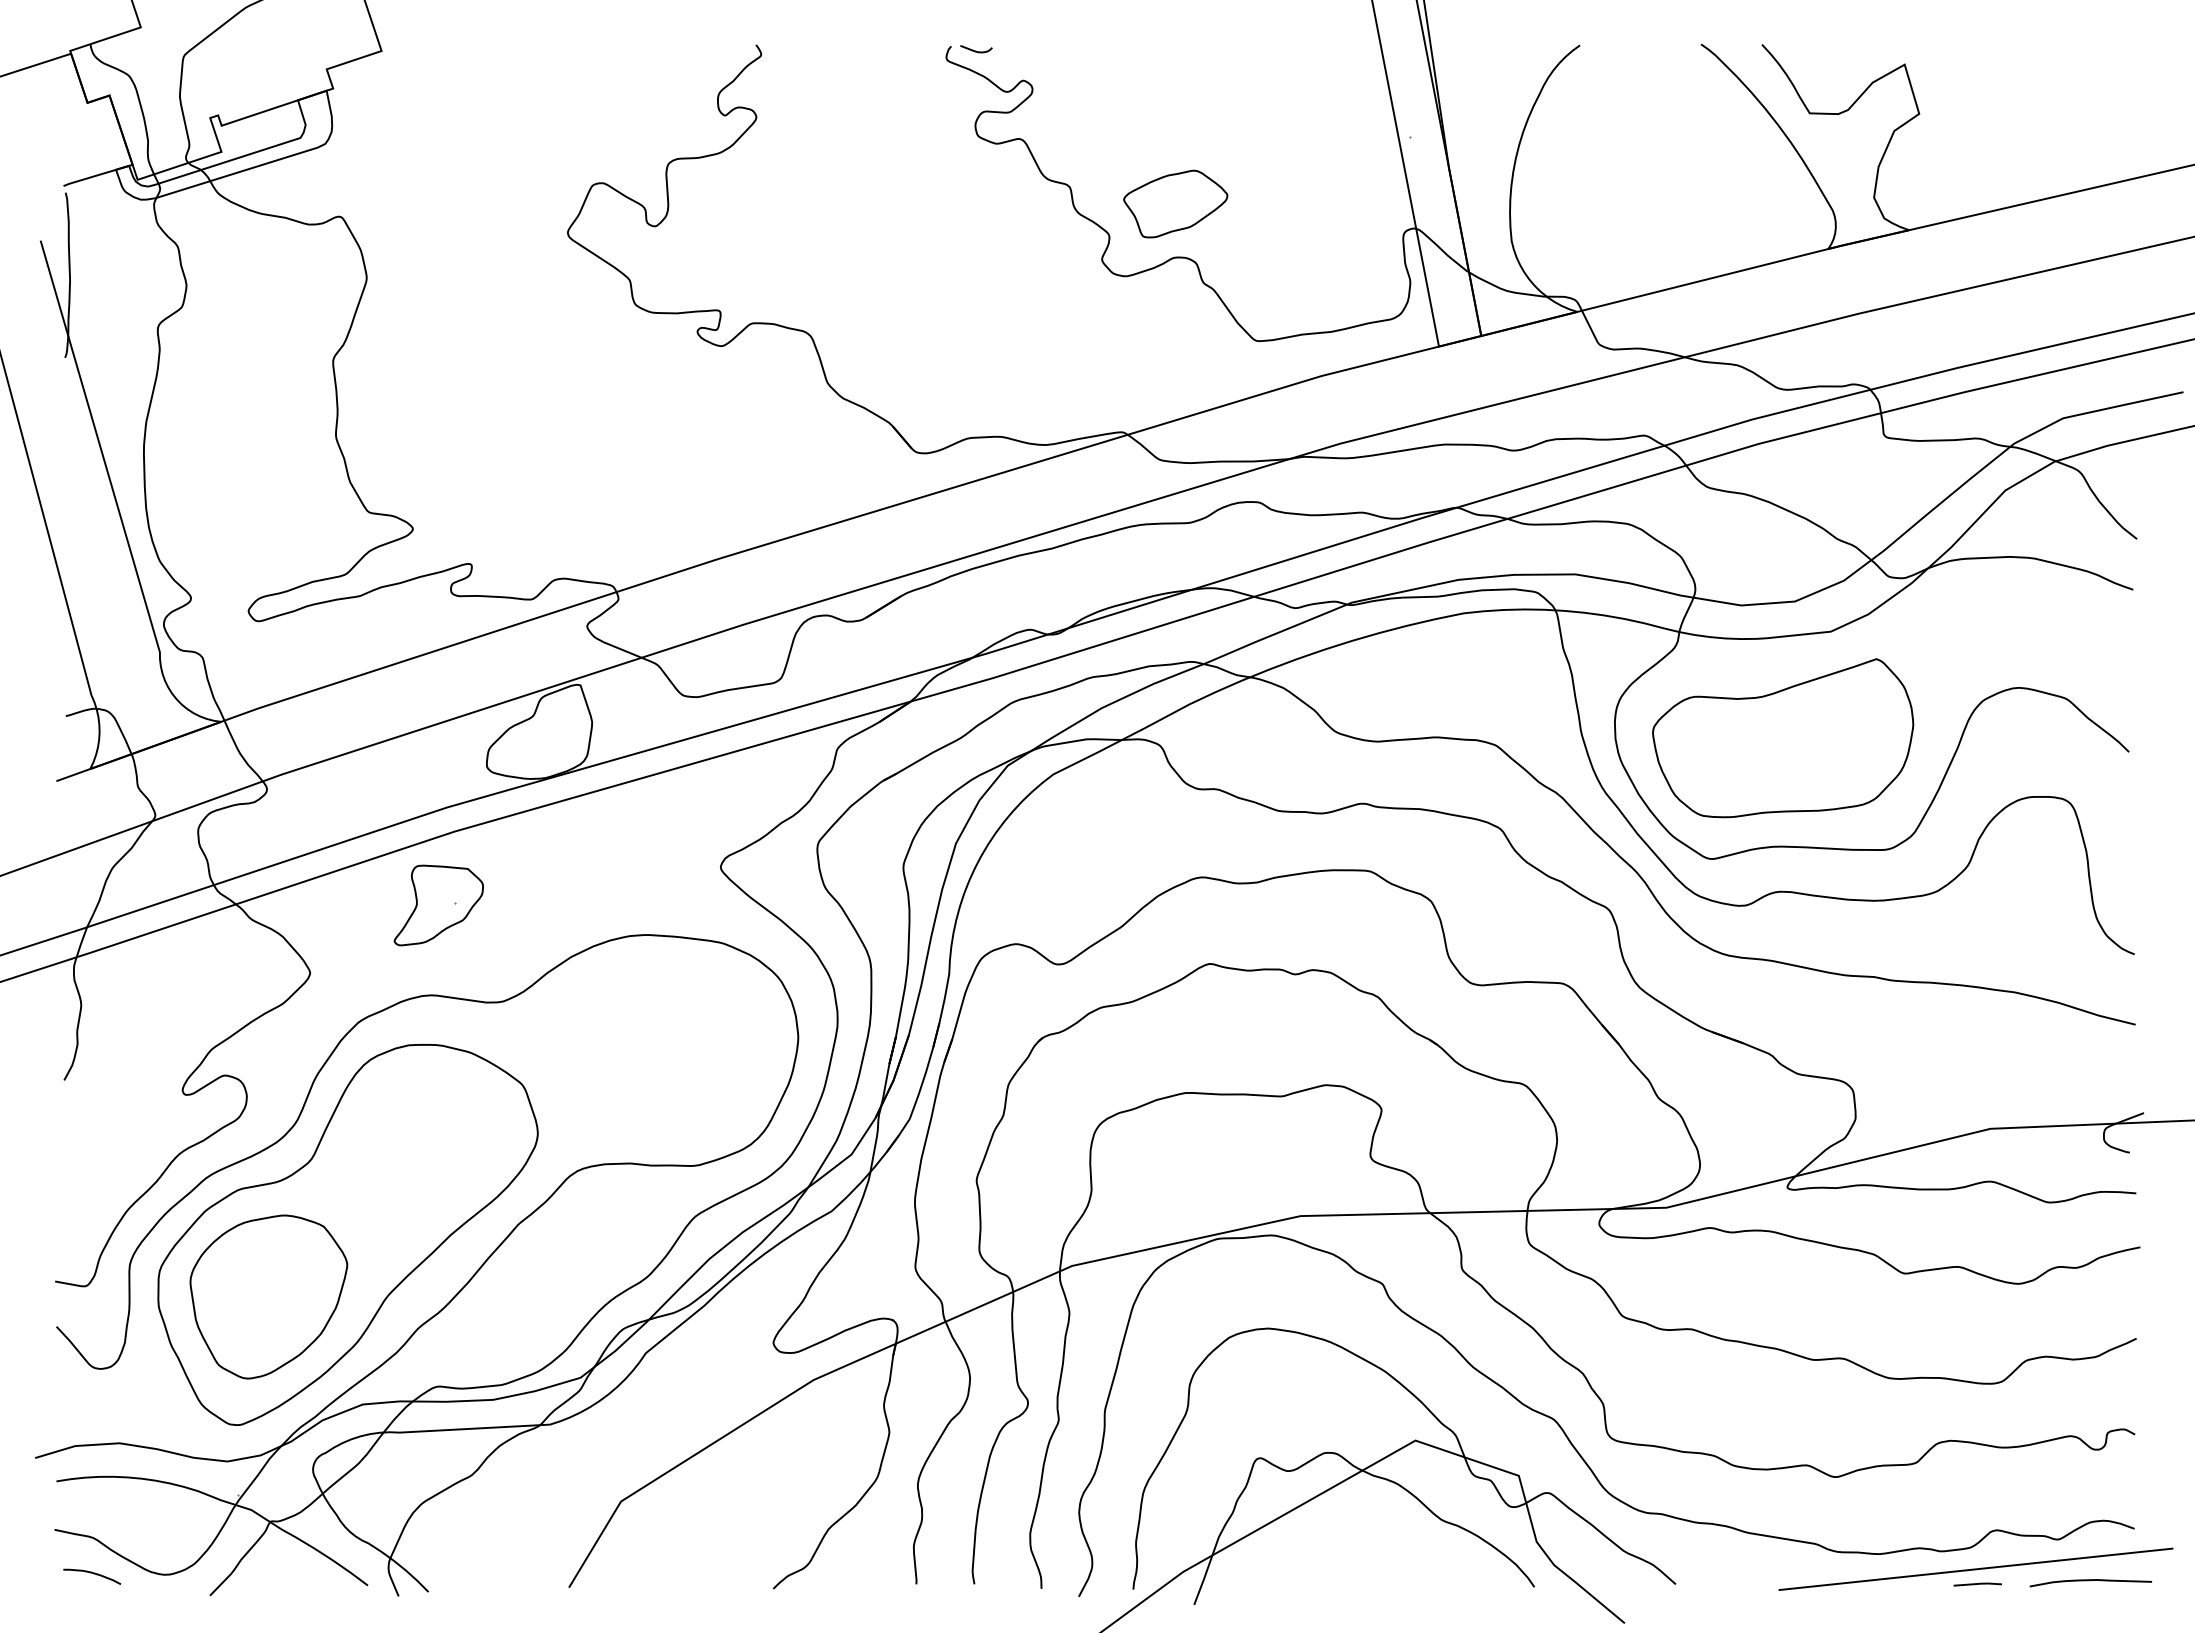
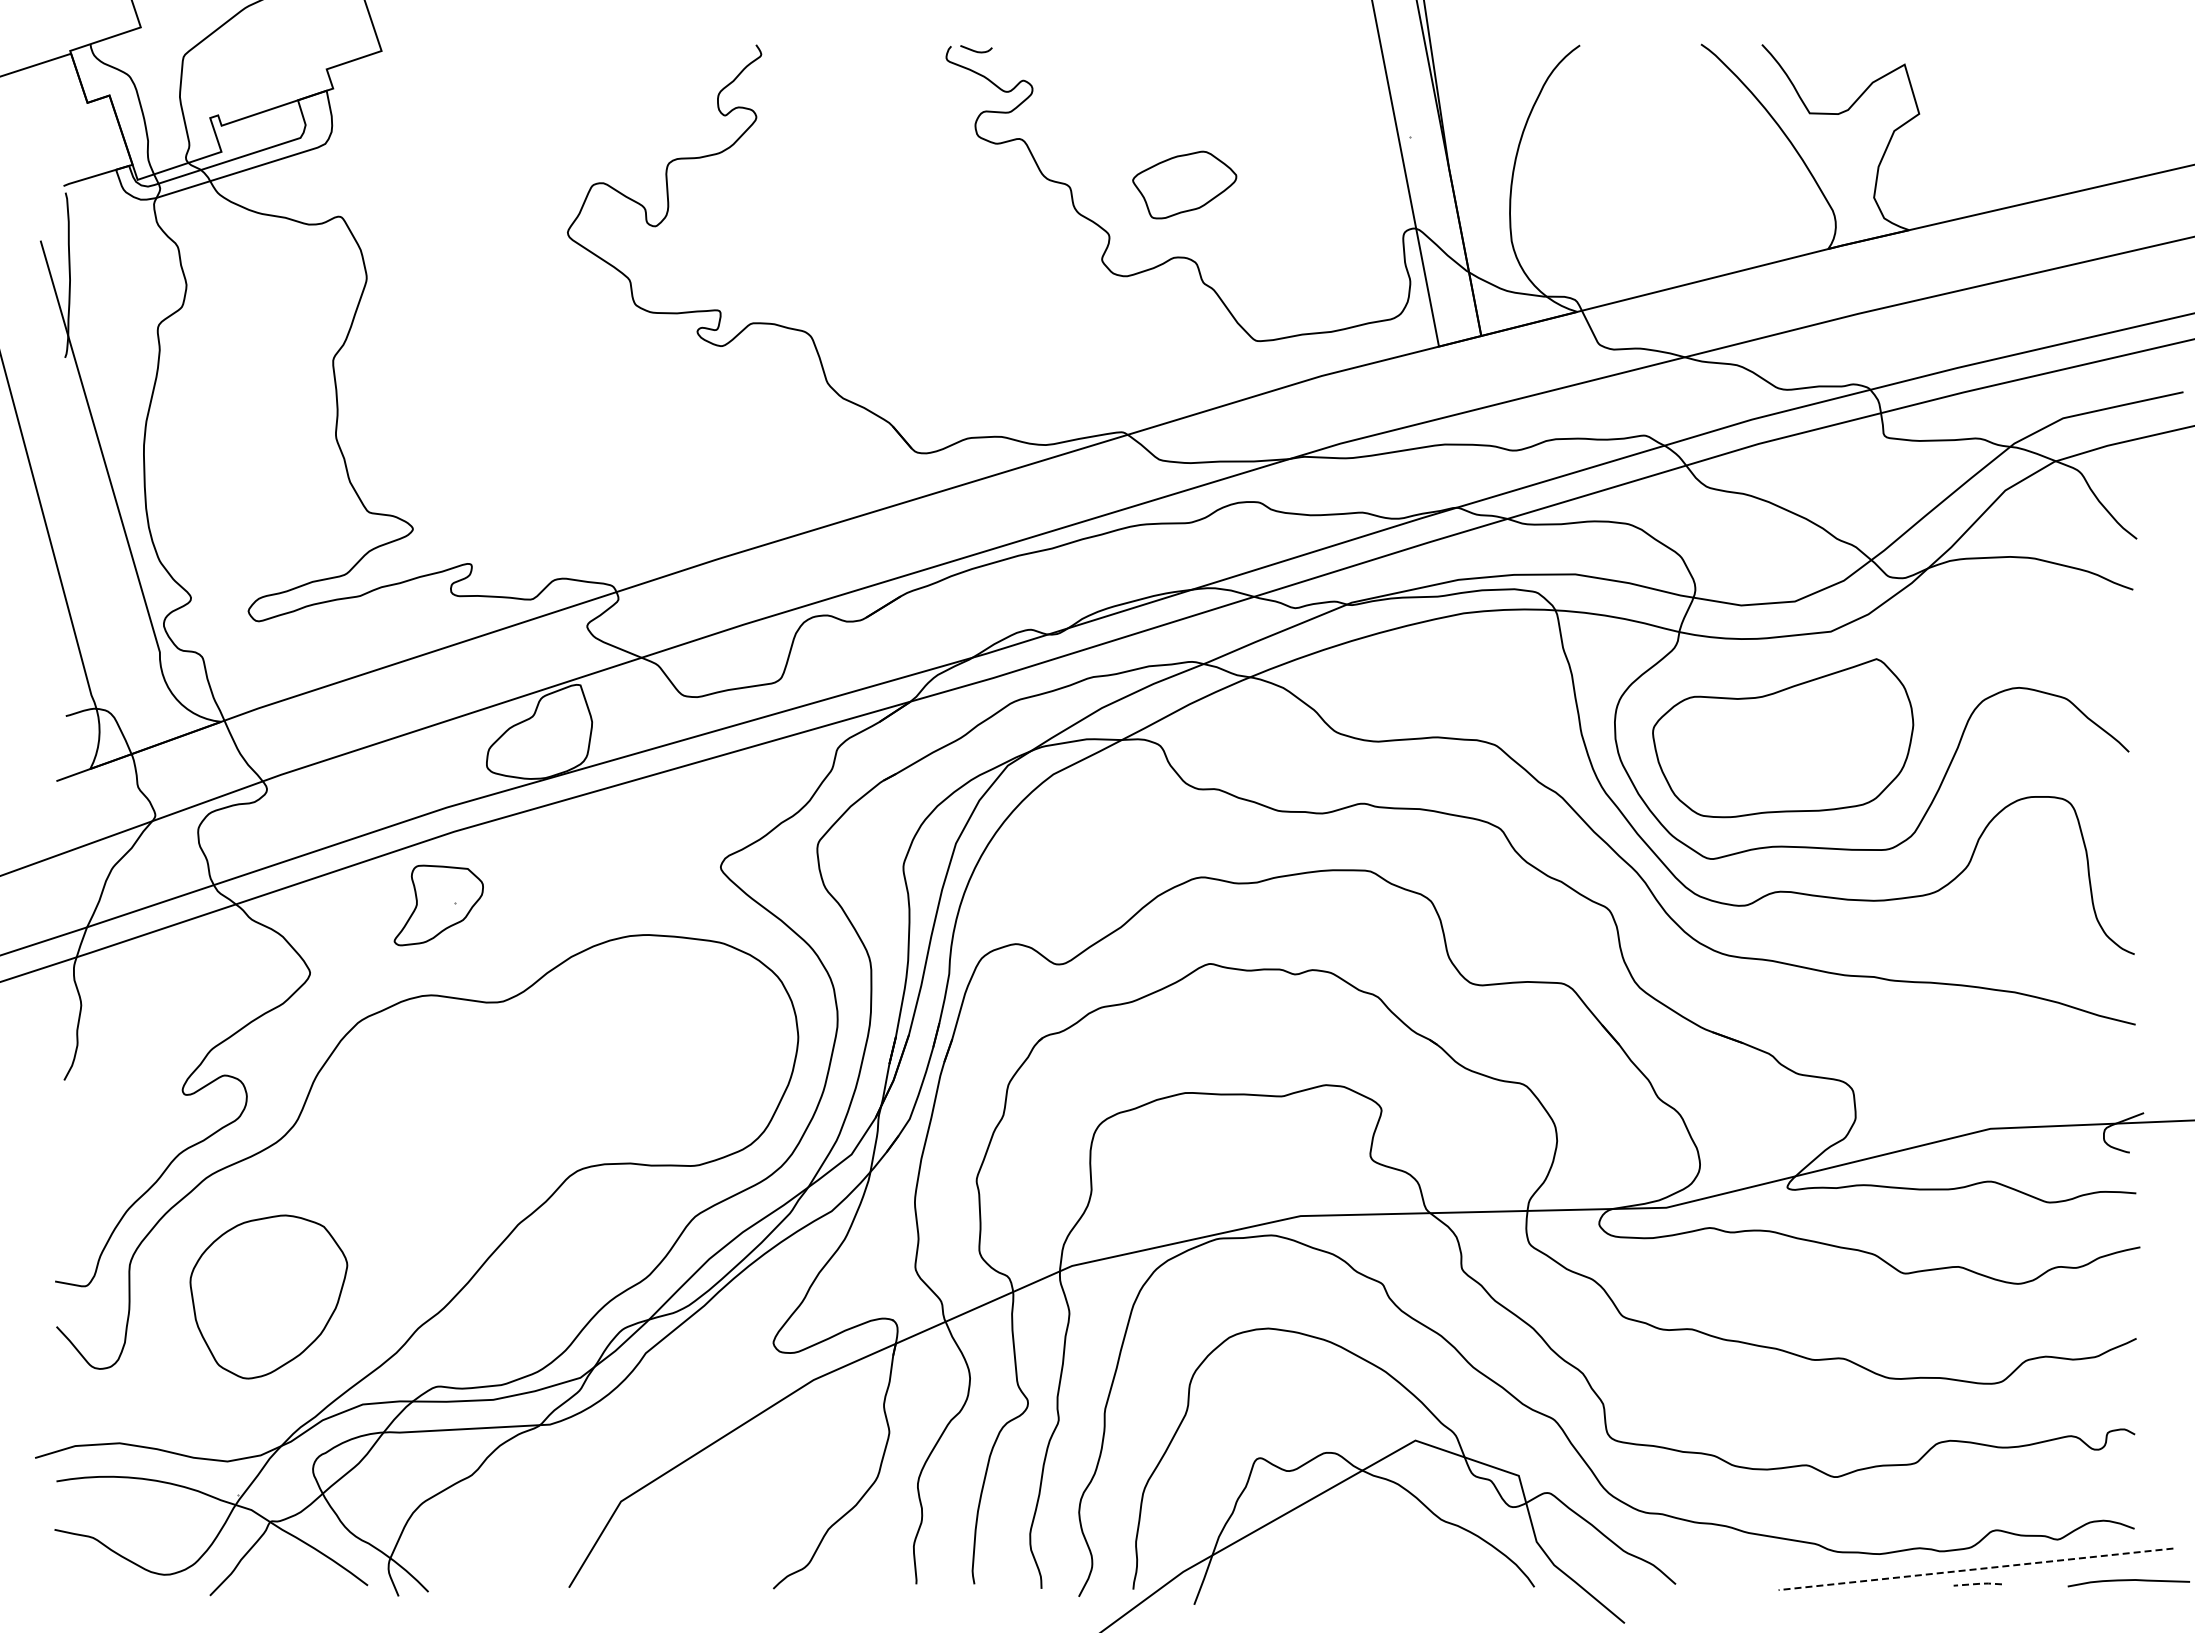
part at (1175, 203) position: (1175, 203) -> (1184, 184)
part at (347, 1234): present -> none
line at (1975, 1569): solid -> dashed
curve at (93, 1574): present -> none
curve at (2089, 1581) position: (2089, 1581) -> (2127, 1581)
line at (1979, 1583): solid -> dashed
